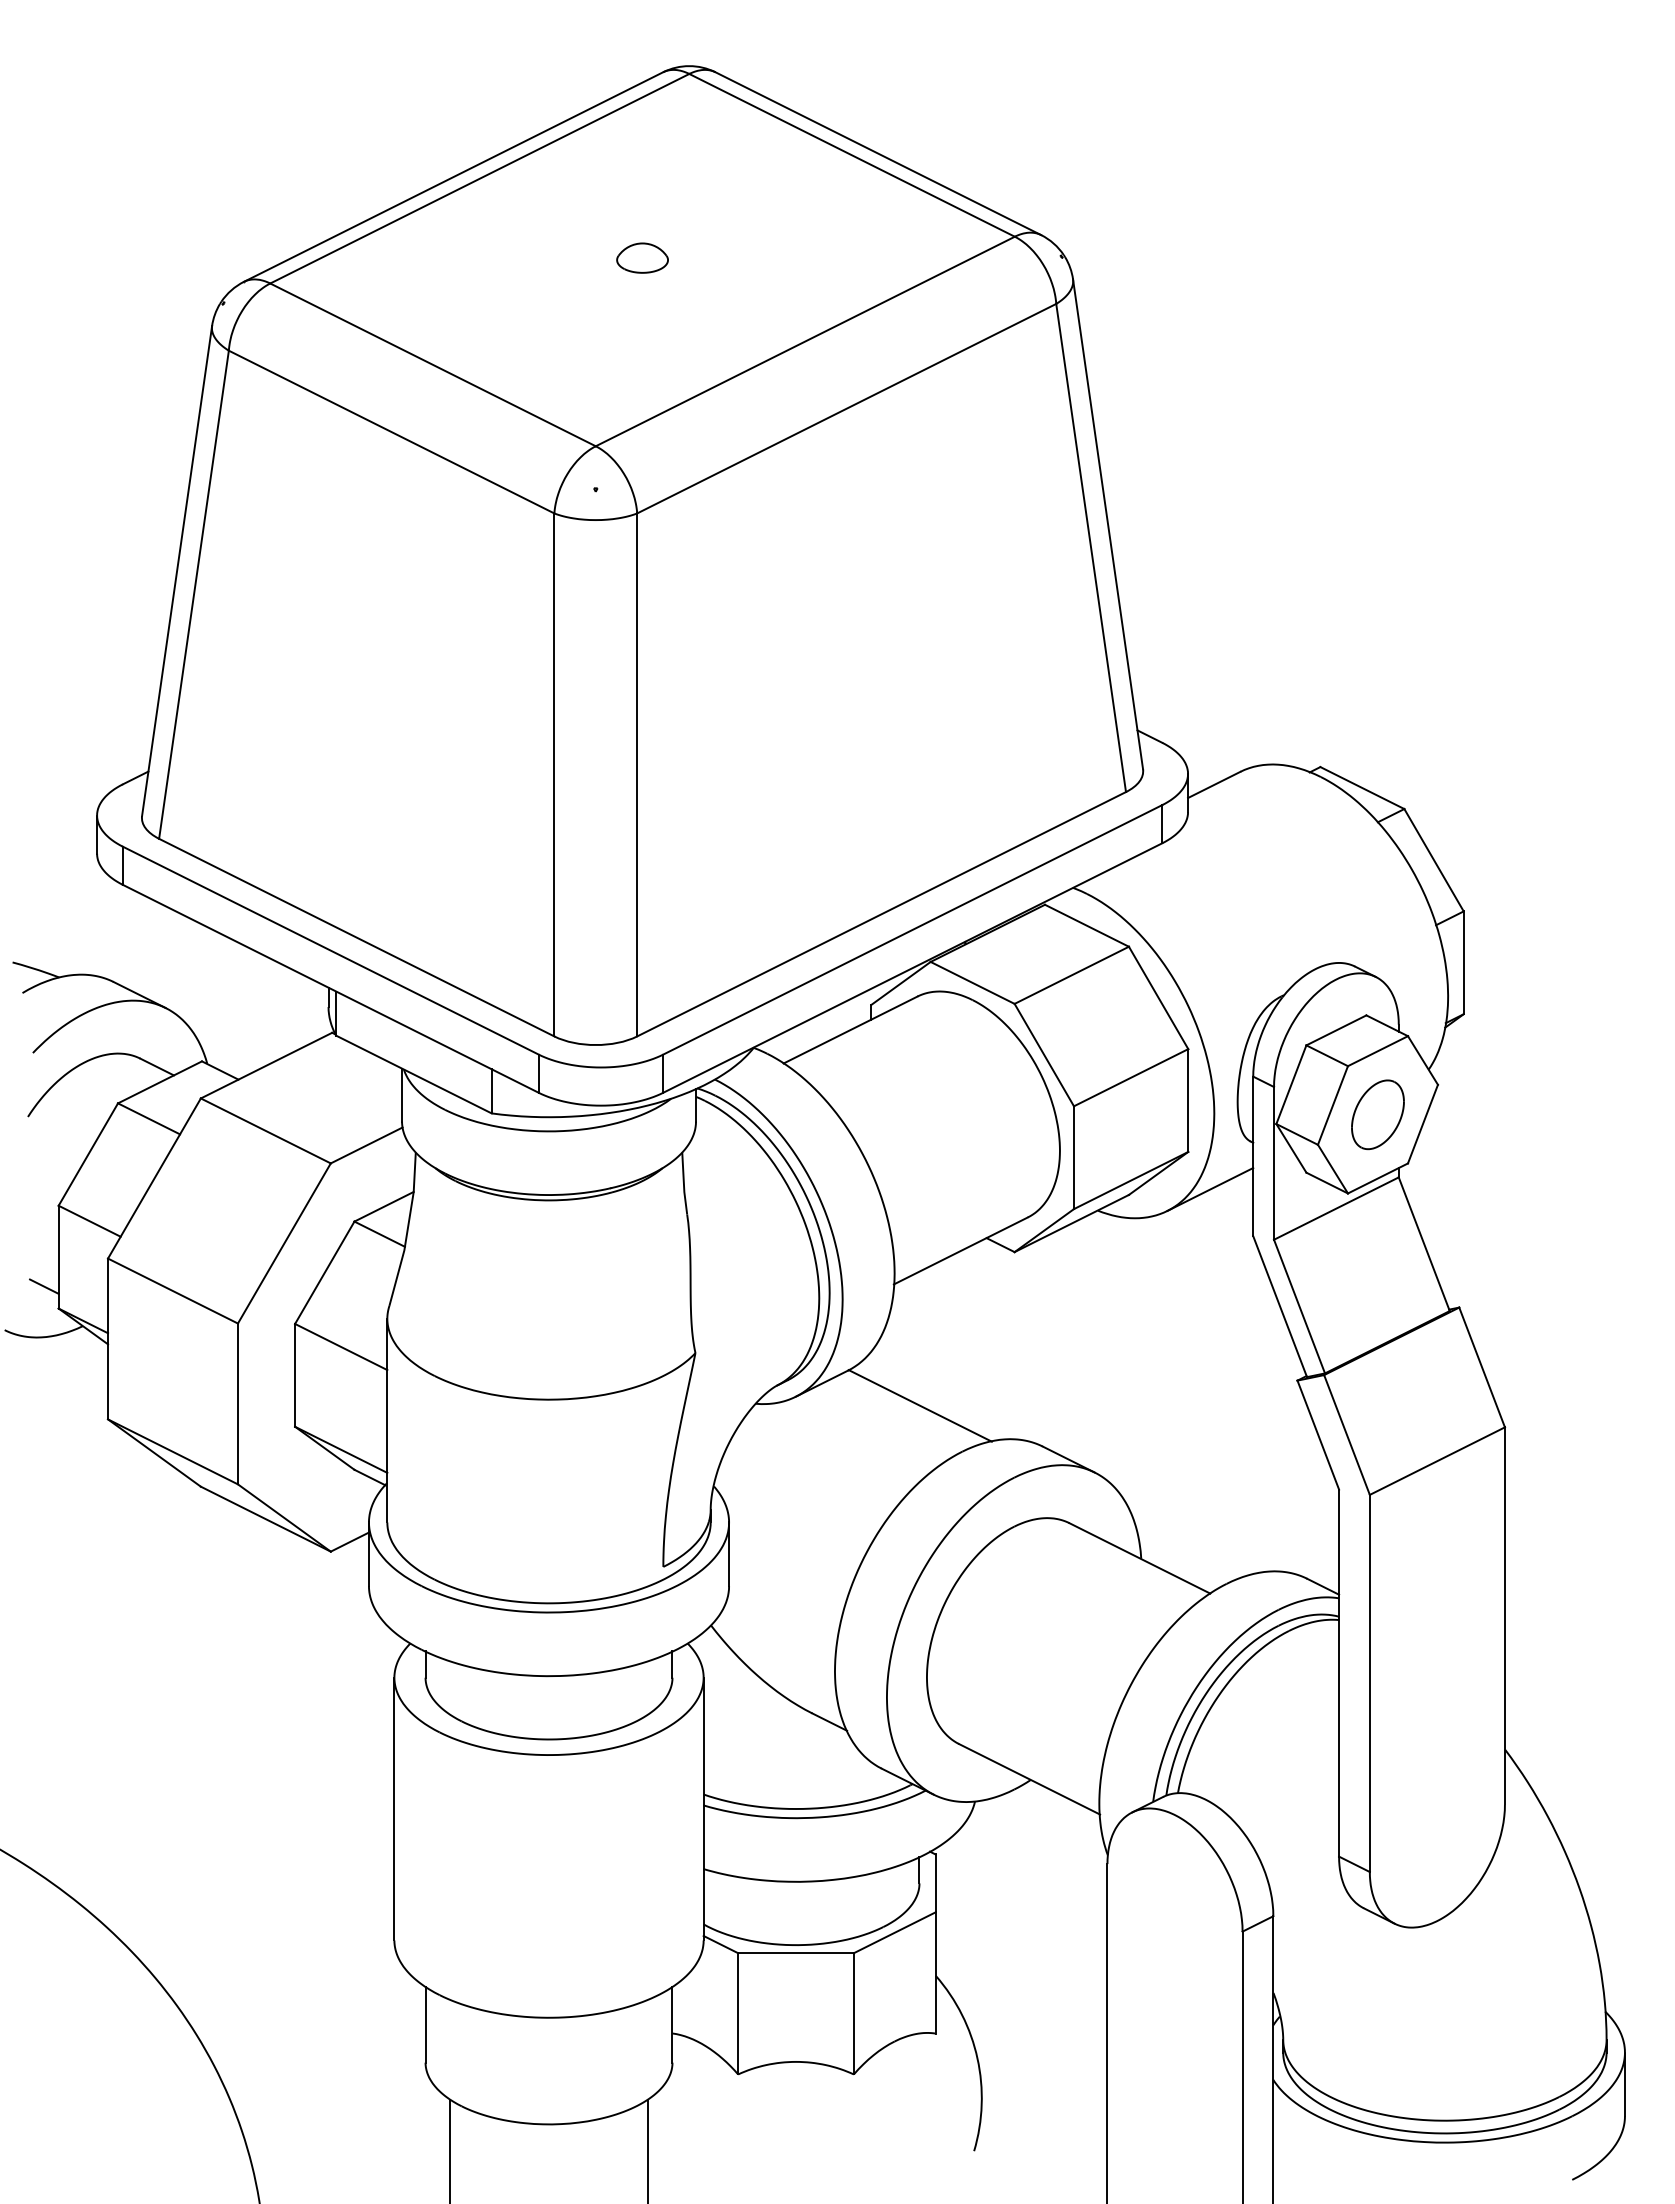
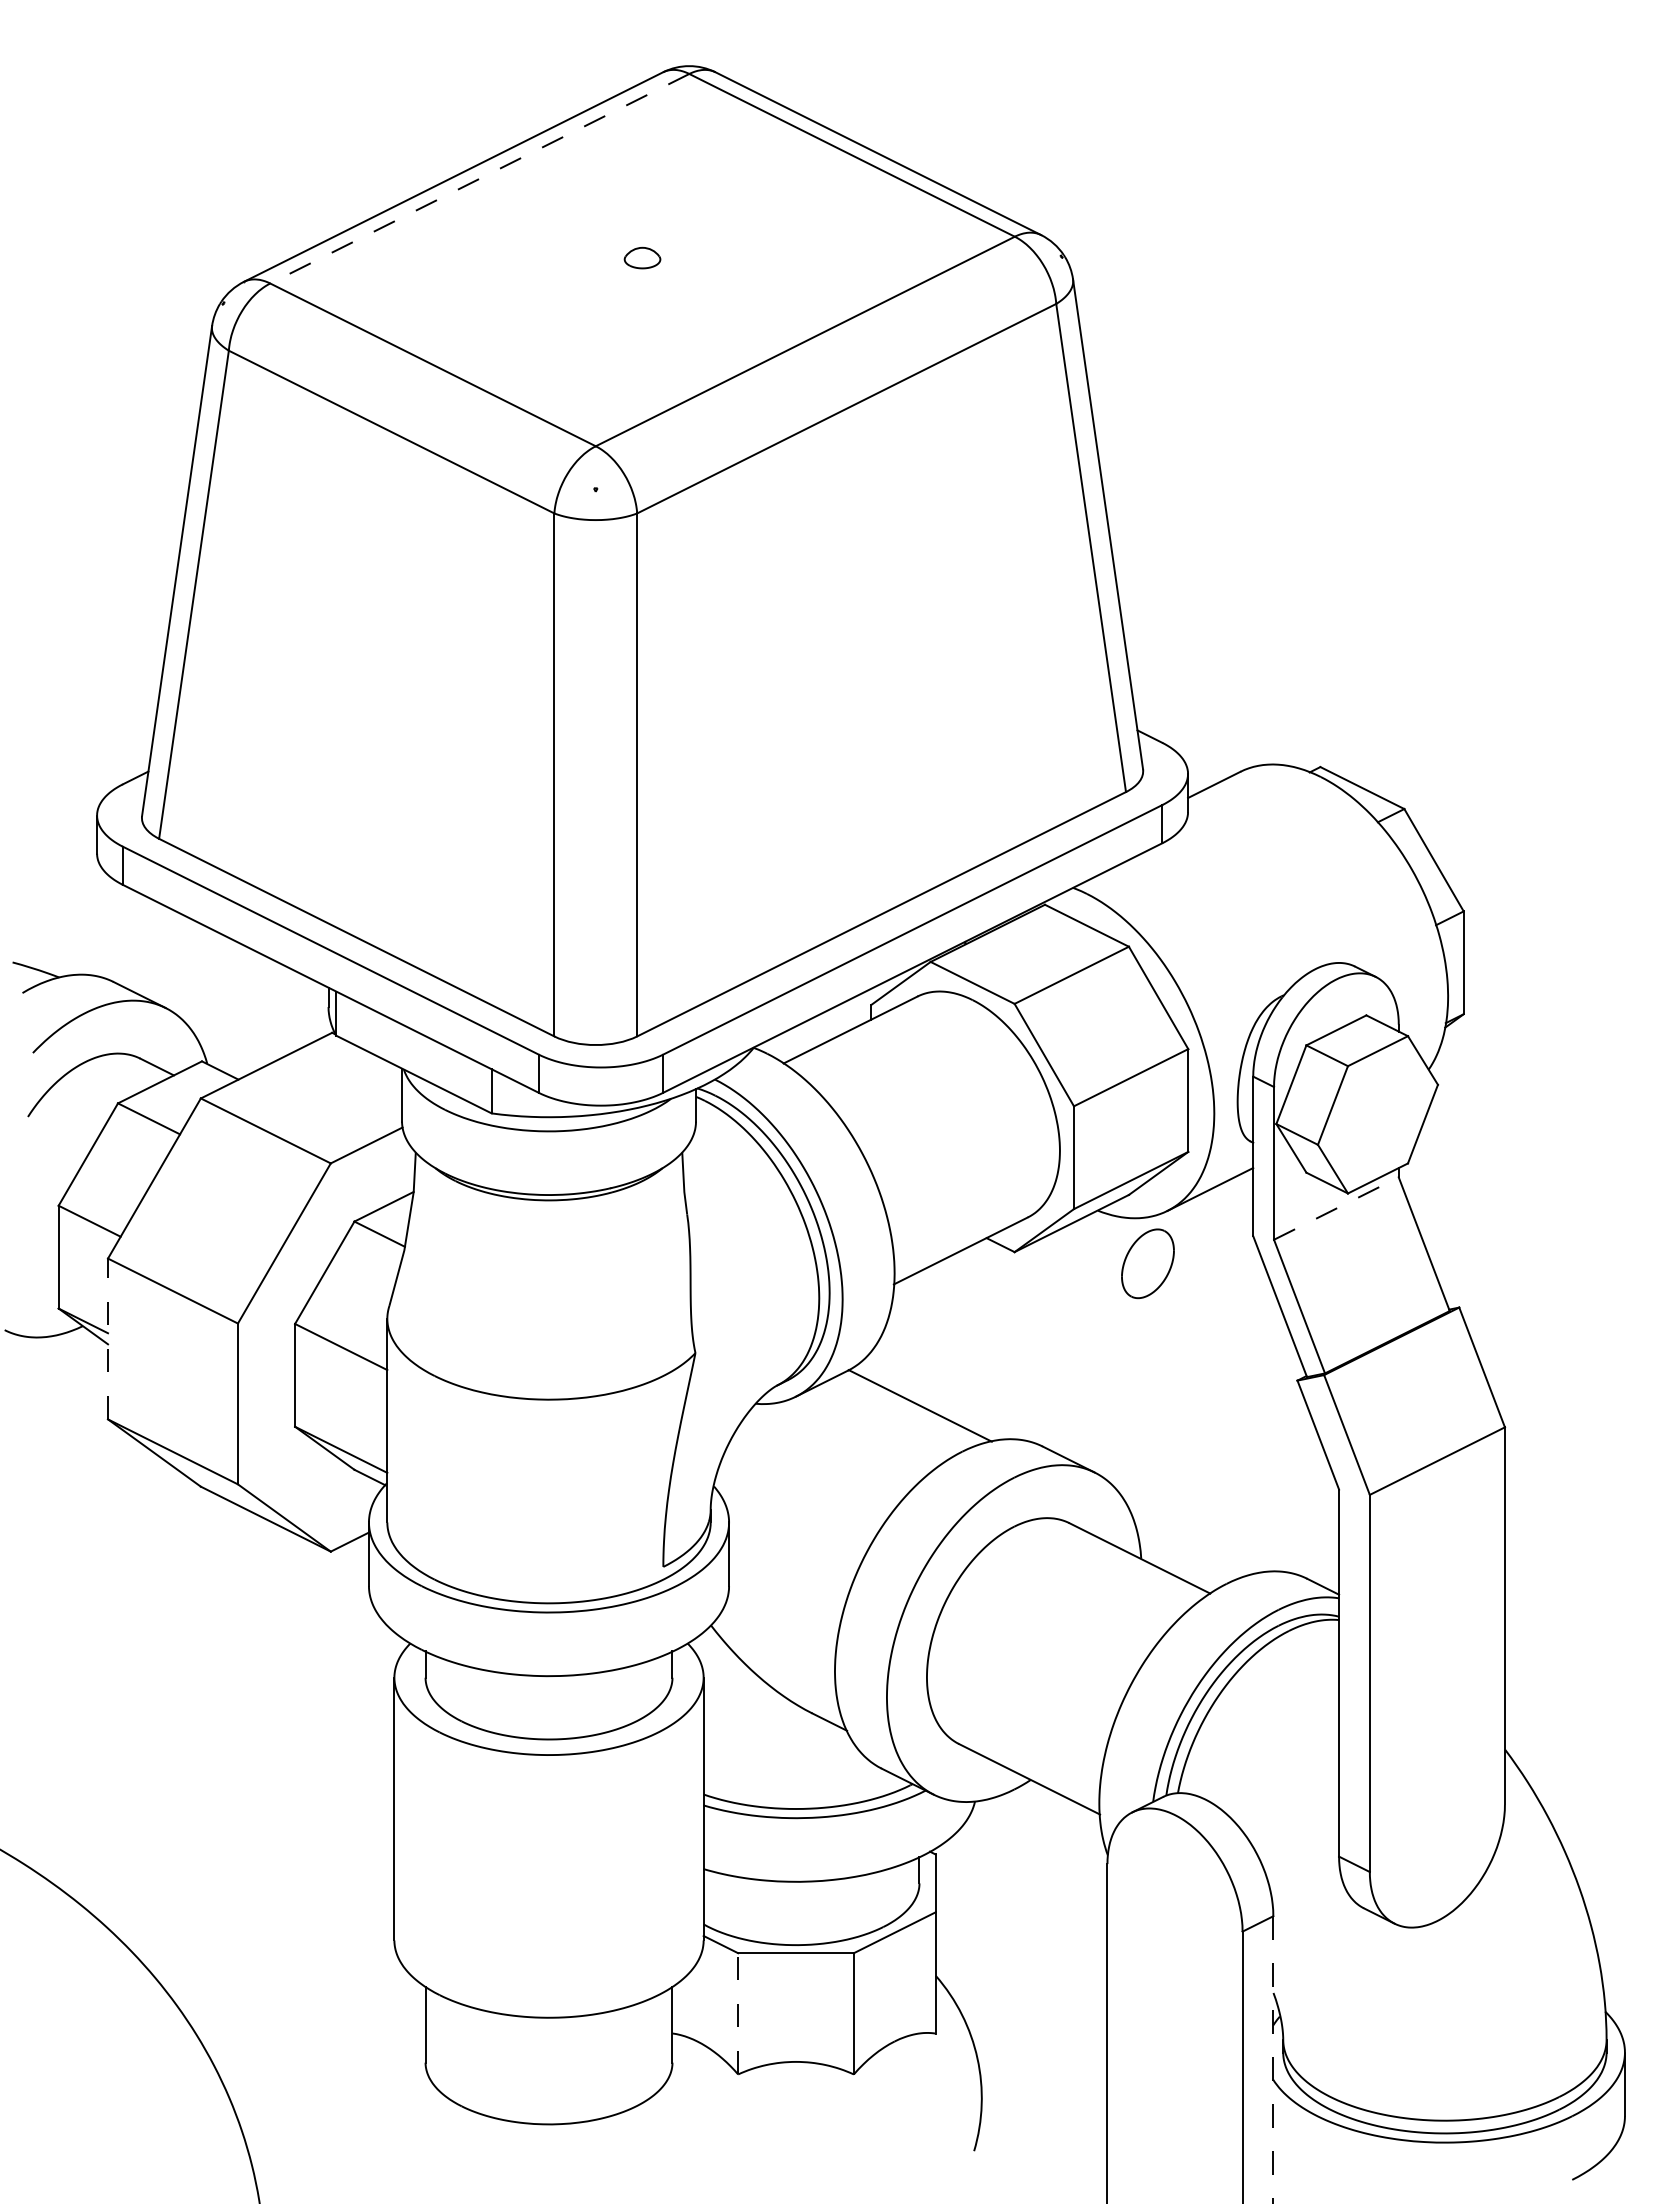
line at (479, 178): solid -> dashed
part at (642, 257) size: 53x32 px -> 39x24 px
part at (1377, 1114) position: (1377, 1114) -> (1147, 1263)
line at (1336, 1208): solid -> dashed
line at (44, 1286): present -> none
line at (108, 1338): solid -> dashed
line at (738, 2013): solid -> dashed
line at (1273, 2059): solid -> dashed
line at (450, 2149): present -> none
line at (647, 2149): present -> none
